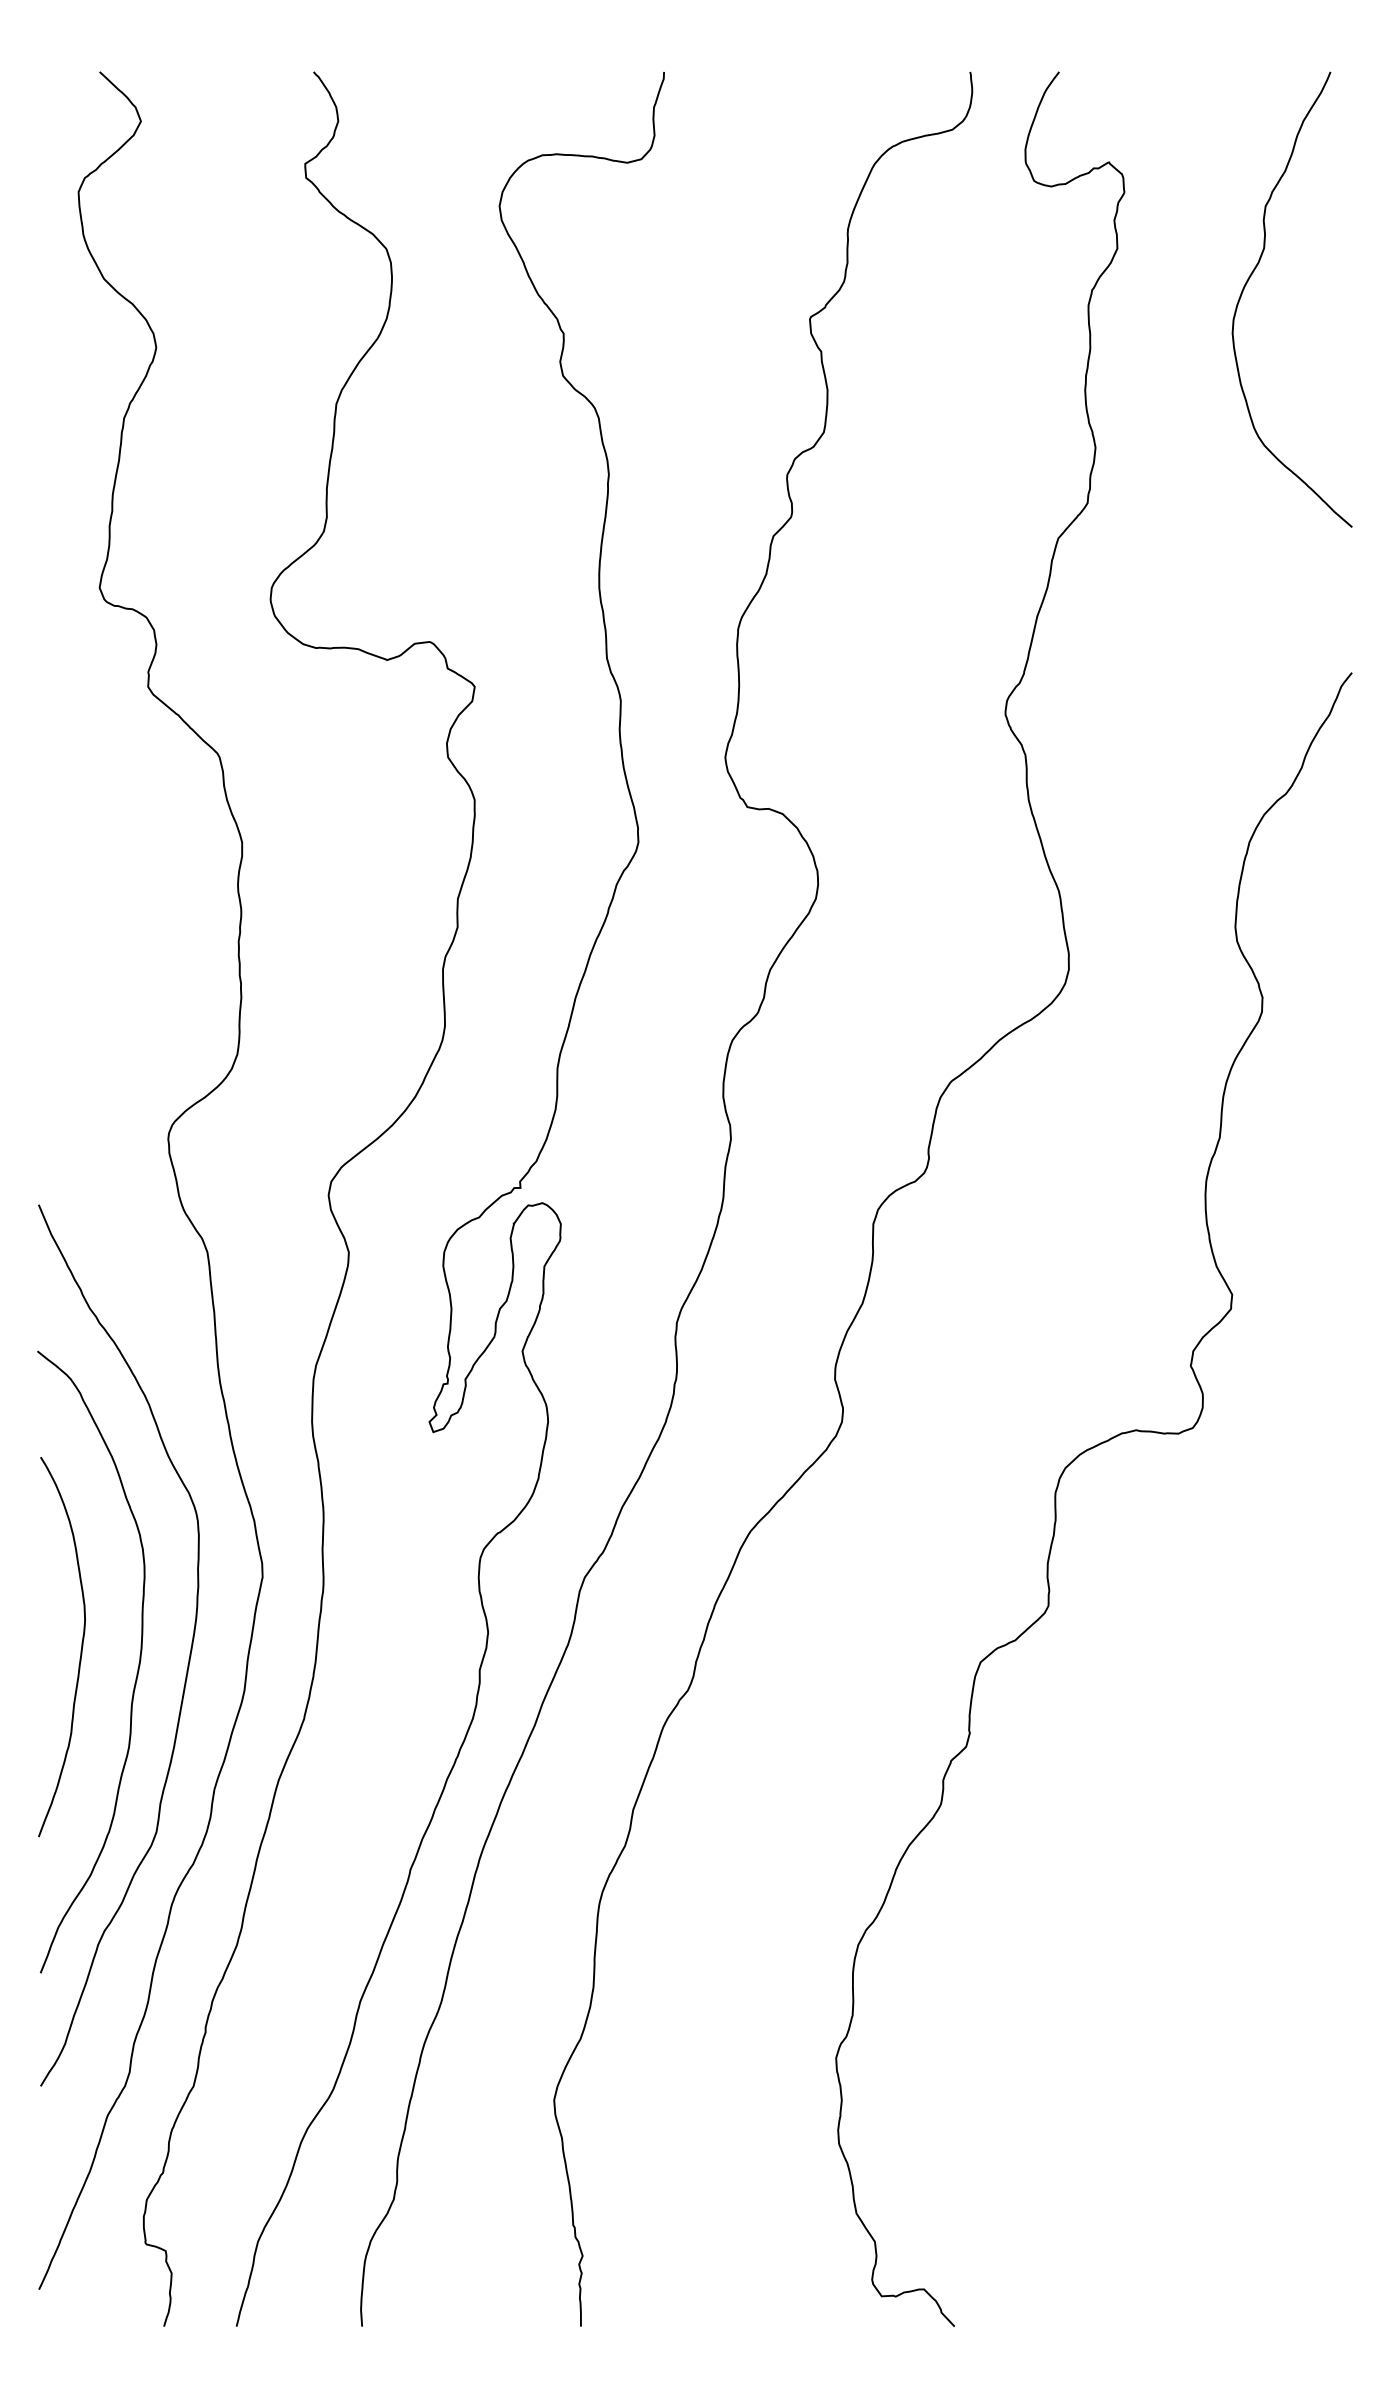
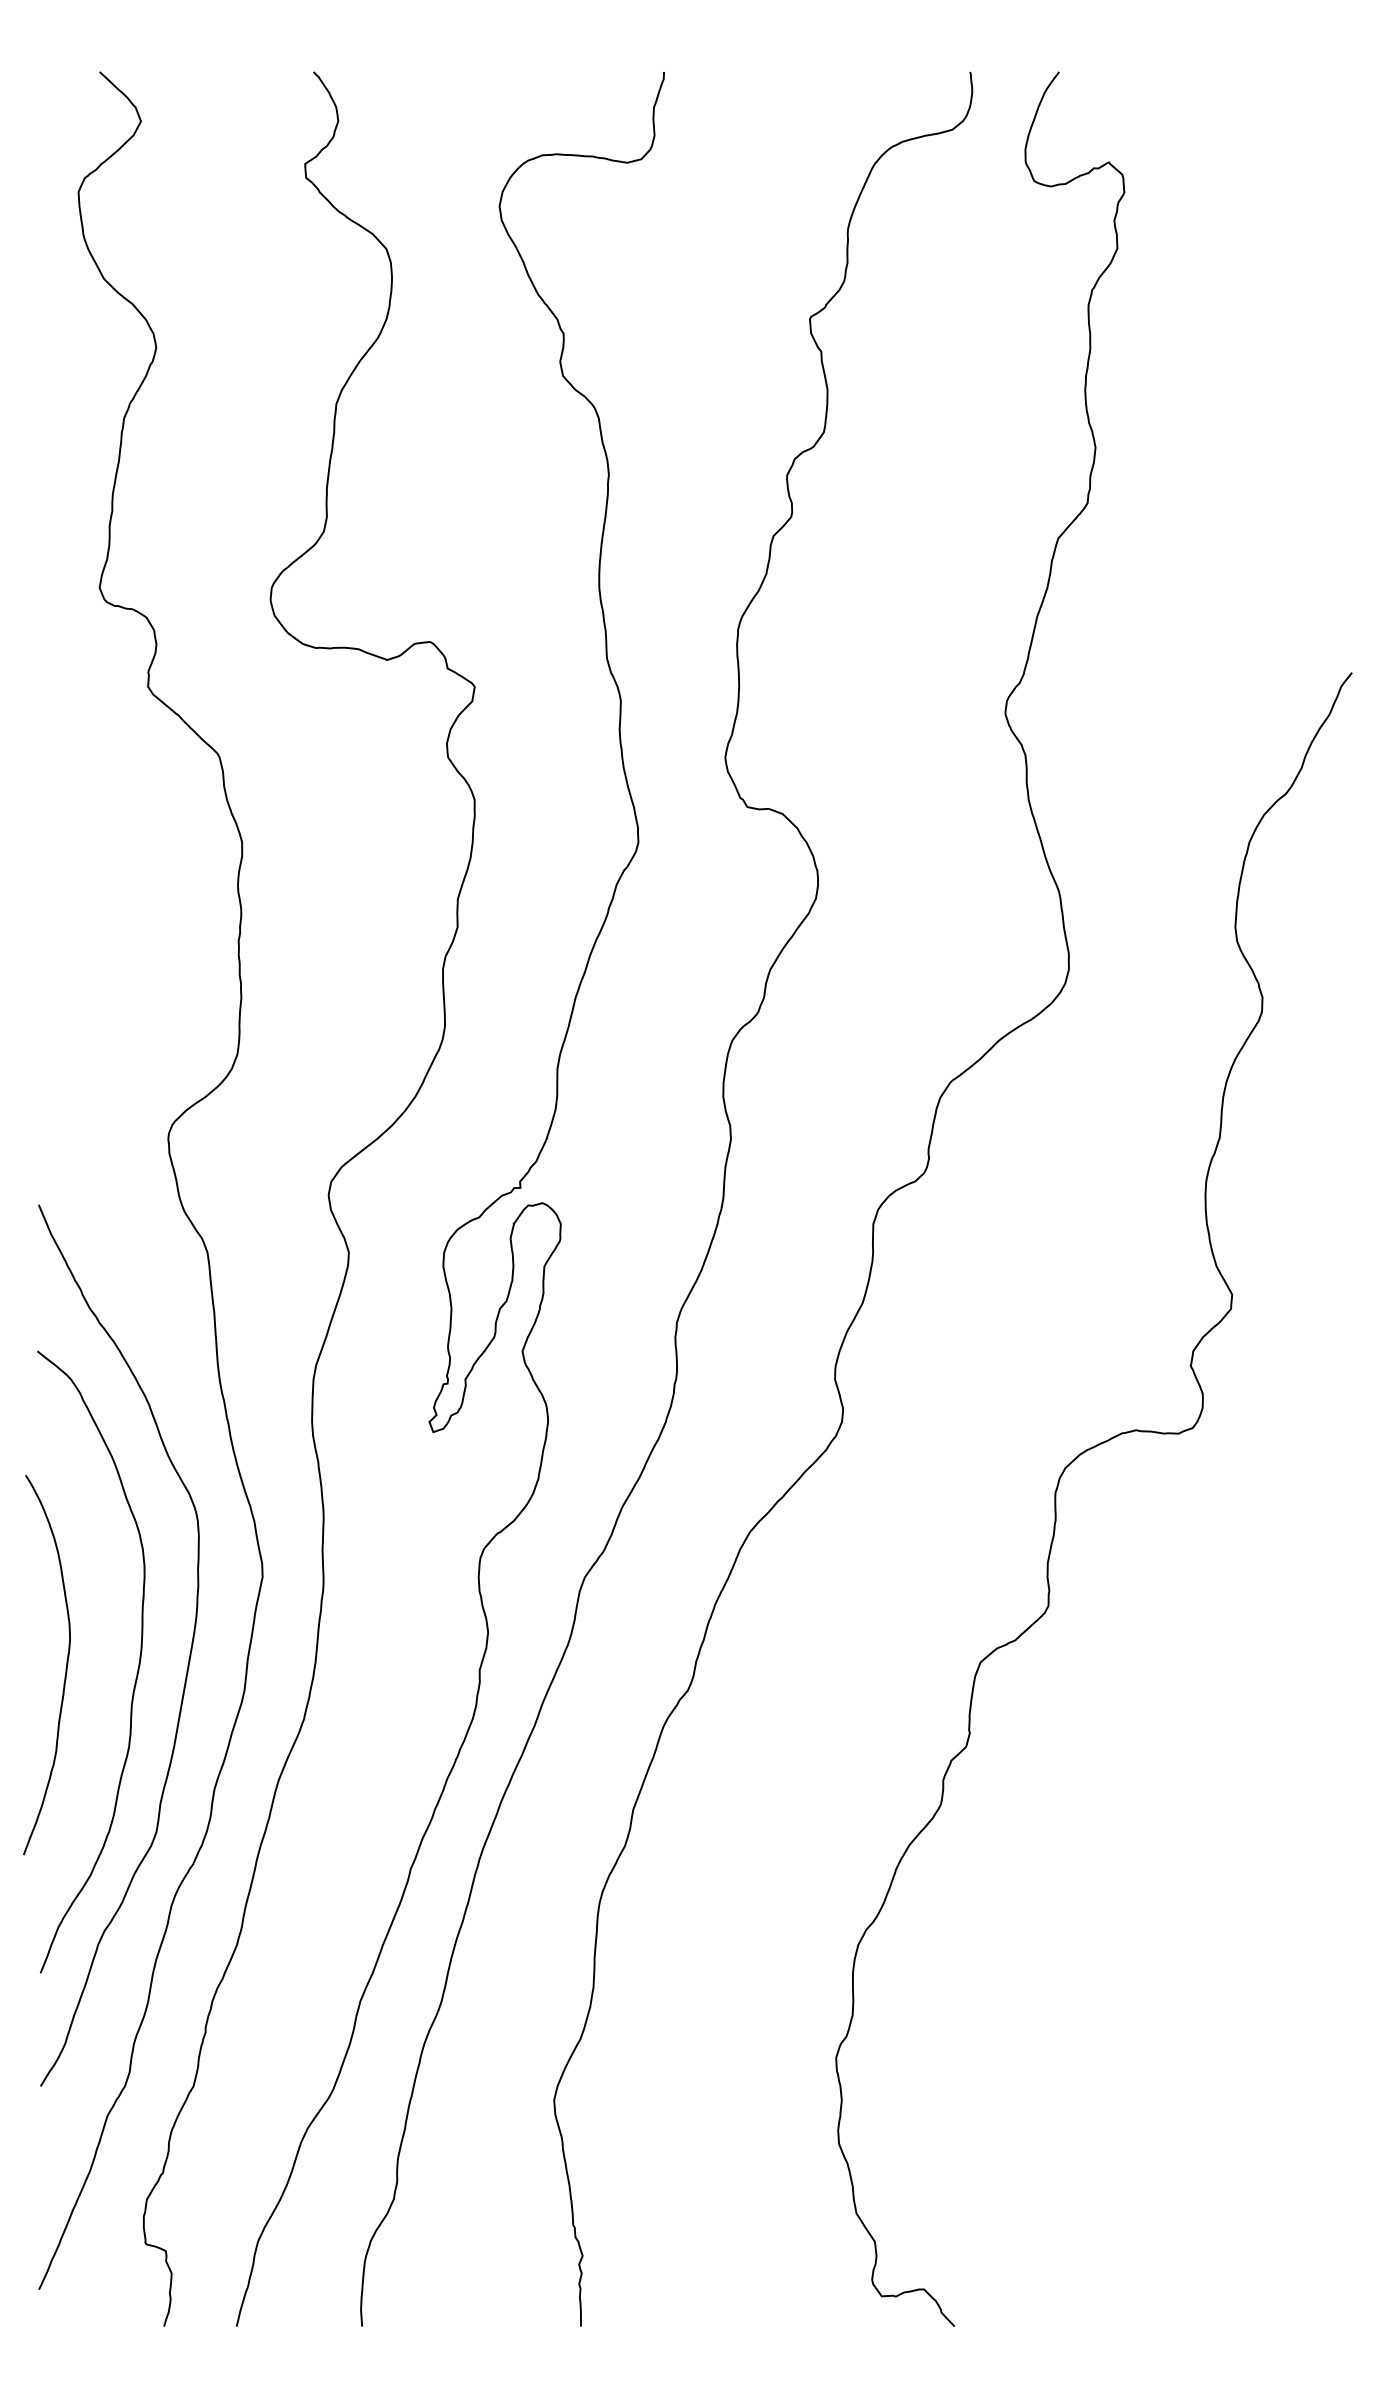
curve at (1251, 276): present -> none
curve at (80, 1650) position: (80, 1650) -> (65, 1668)
